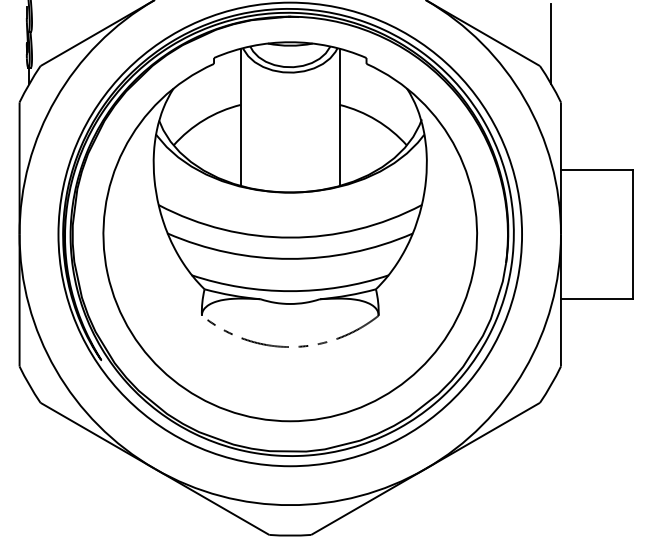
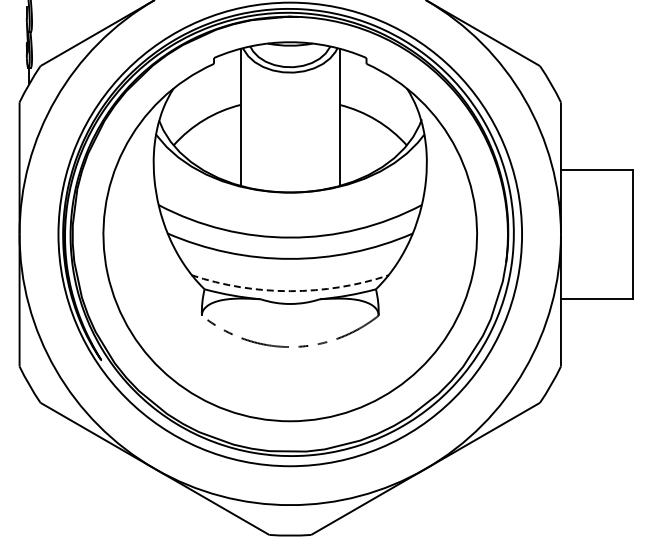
line at (551, 44): present -> none
arc at (290, 291): solid -> dashed
